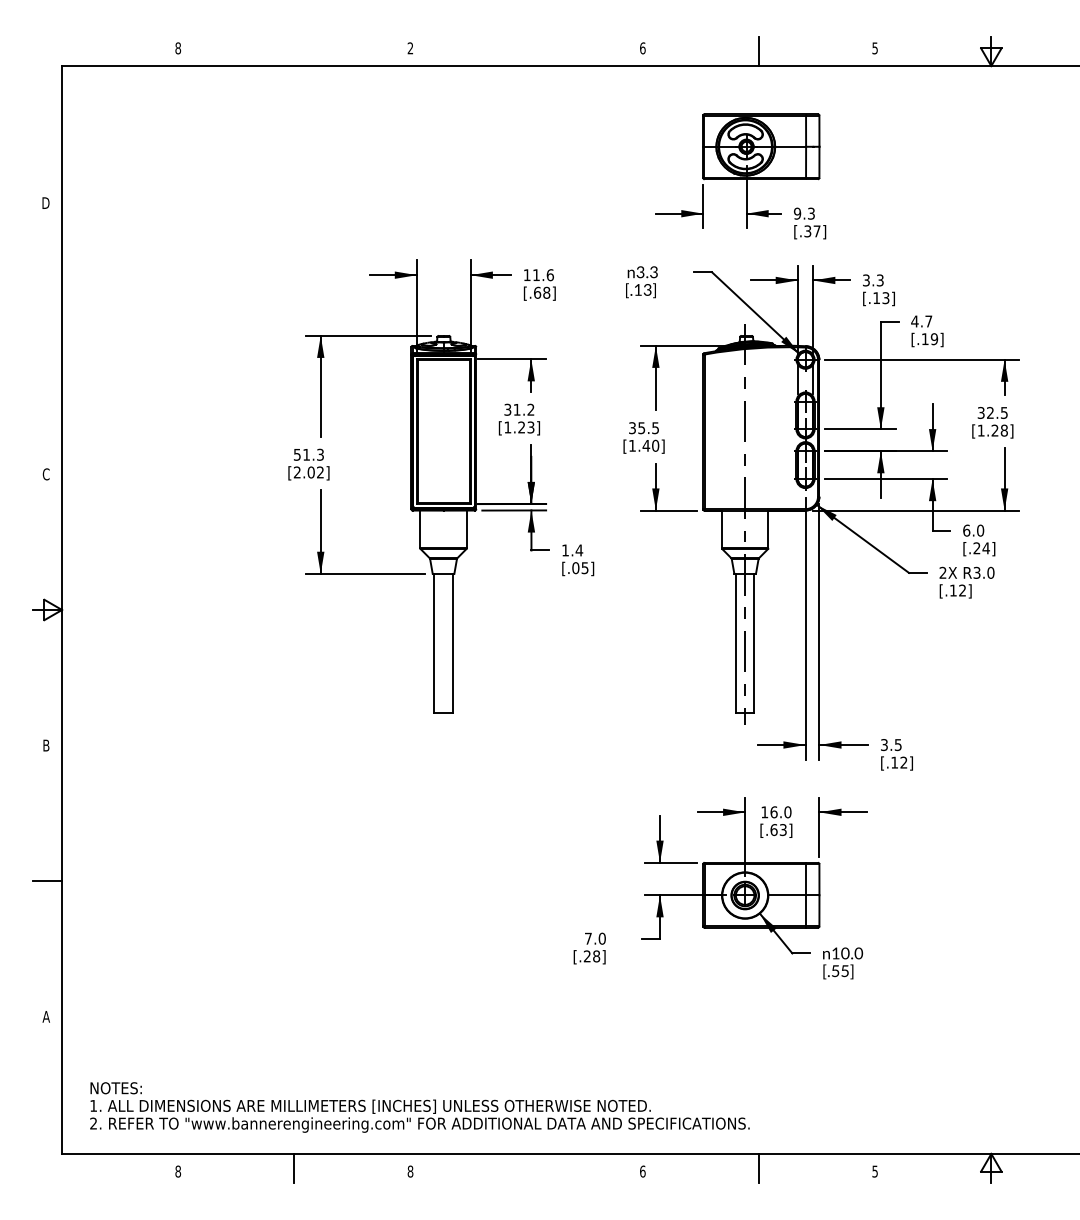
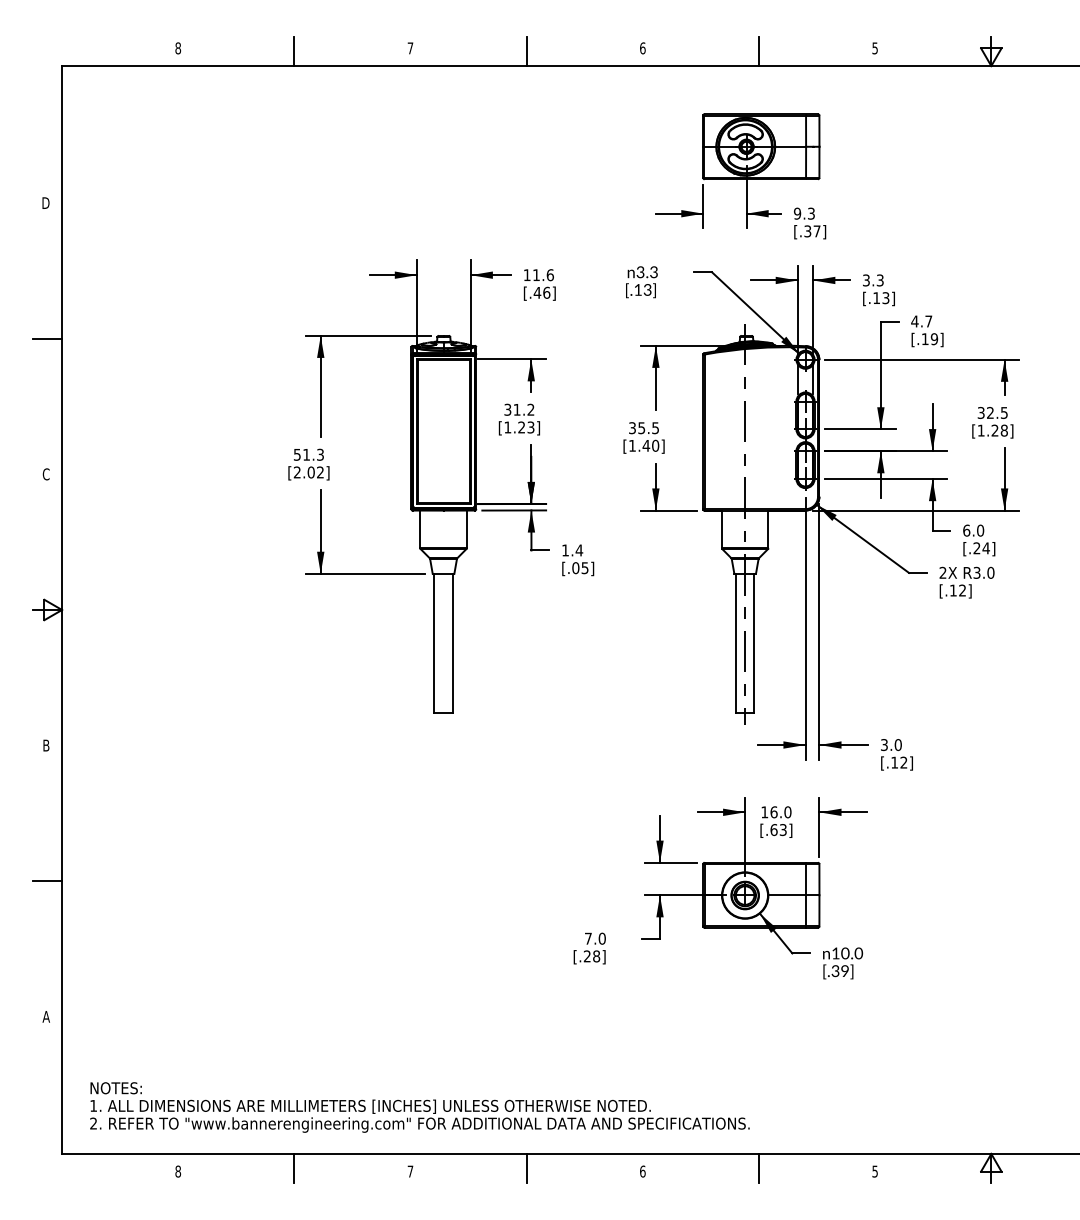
text at (410, 48): 2 -> 7
line at (294, 51): none -> present
line at (526, 51): none -> present
text at (541, 292): [.68] -> [.46]
line at (47, 338): none -> present
text at (897, 744): 3.5 -> 3.0
text at (839, 971): [.55] -> [.39]
line at (526, 1168): none -> present
text at (410, 1171): 8 -> 7
